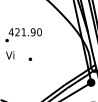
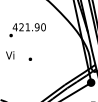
text at (23, 35) position: (23, 35) -> (27, 30)
